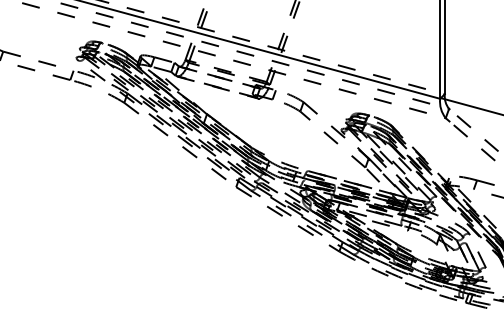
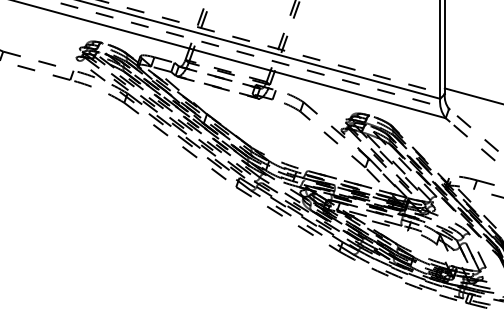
line at (228, 59): dashed -> solid
line at (470, 106) position: (470, 106) -> (472, 95)
